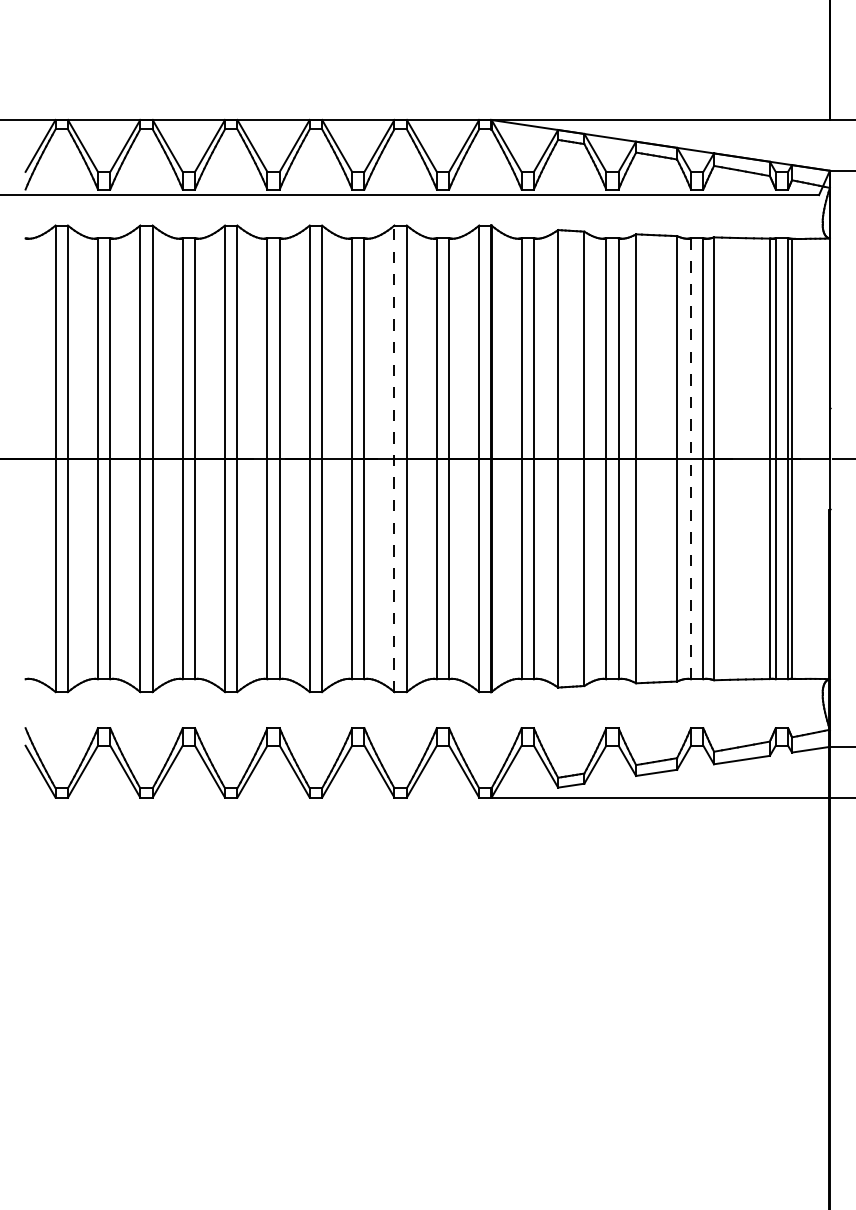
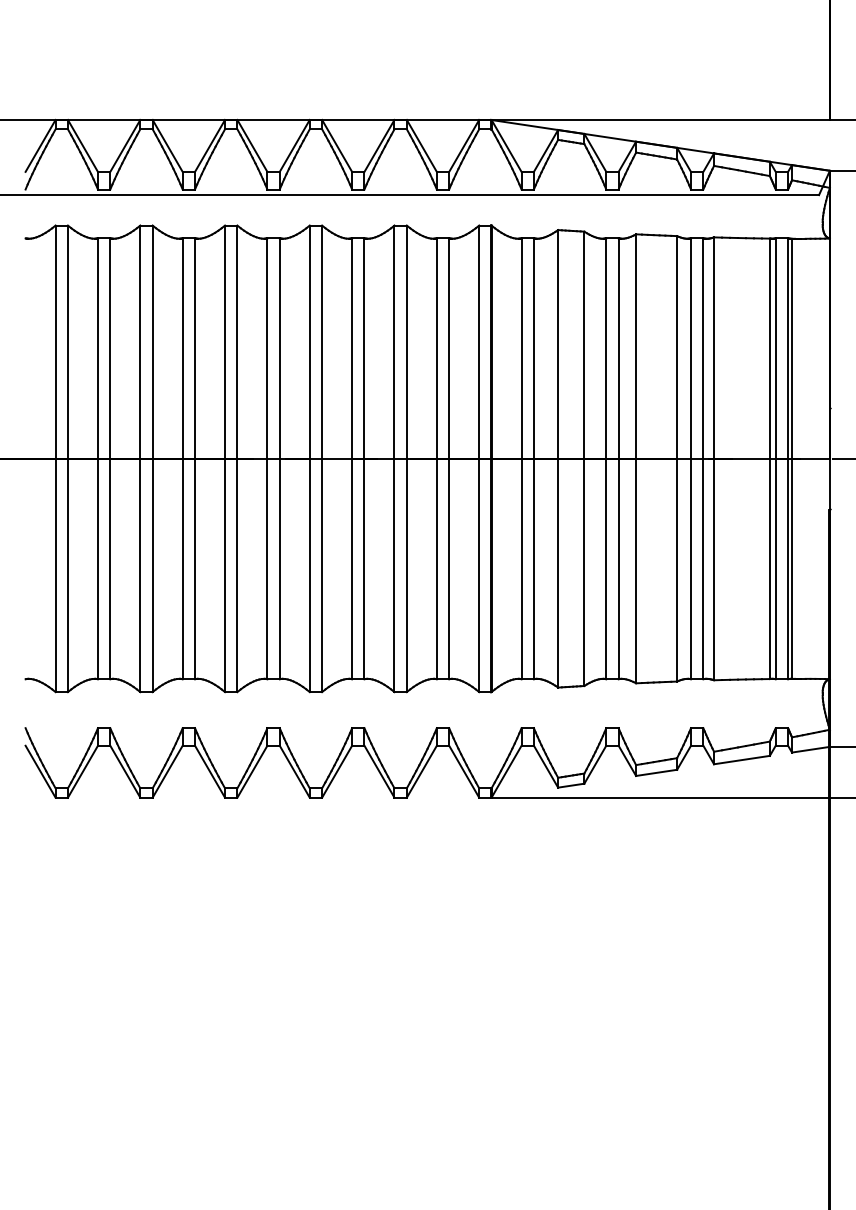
line at (394, 458): dashed -> solid
line at (691, 458): dashed -> solid
